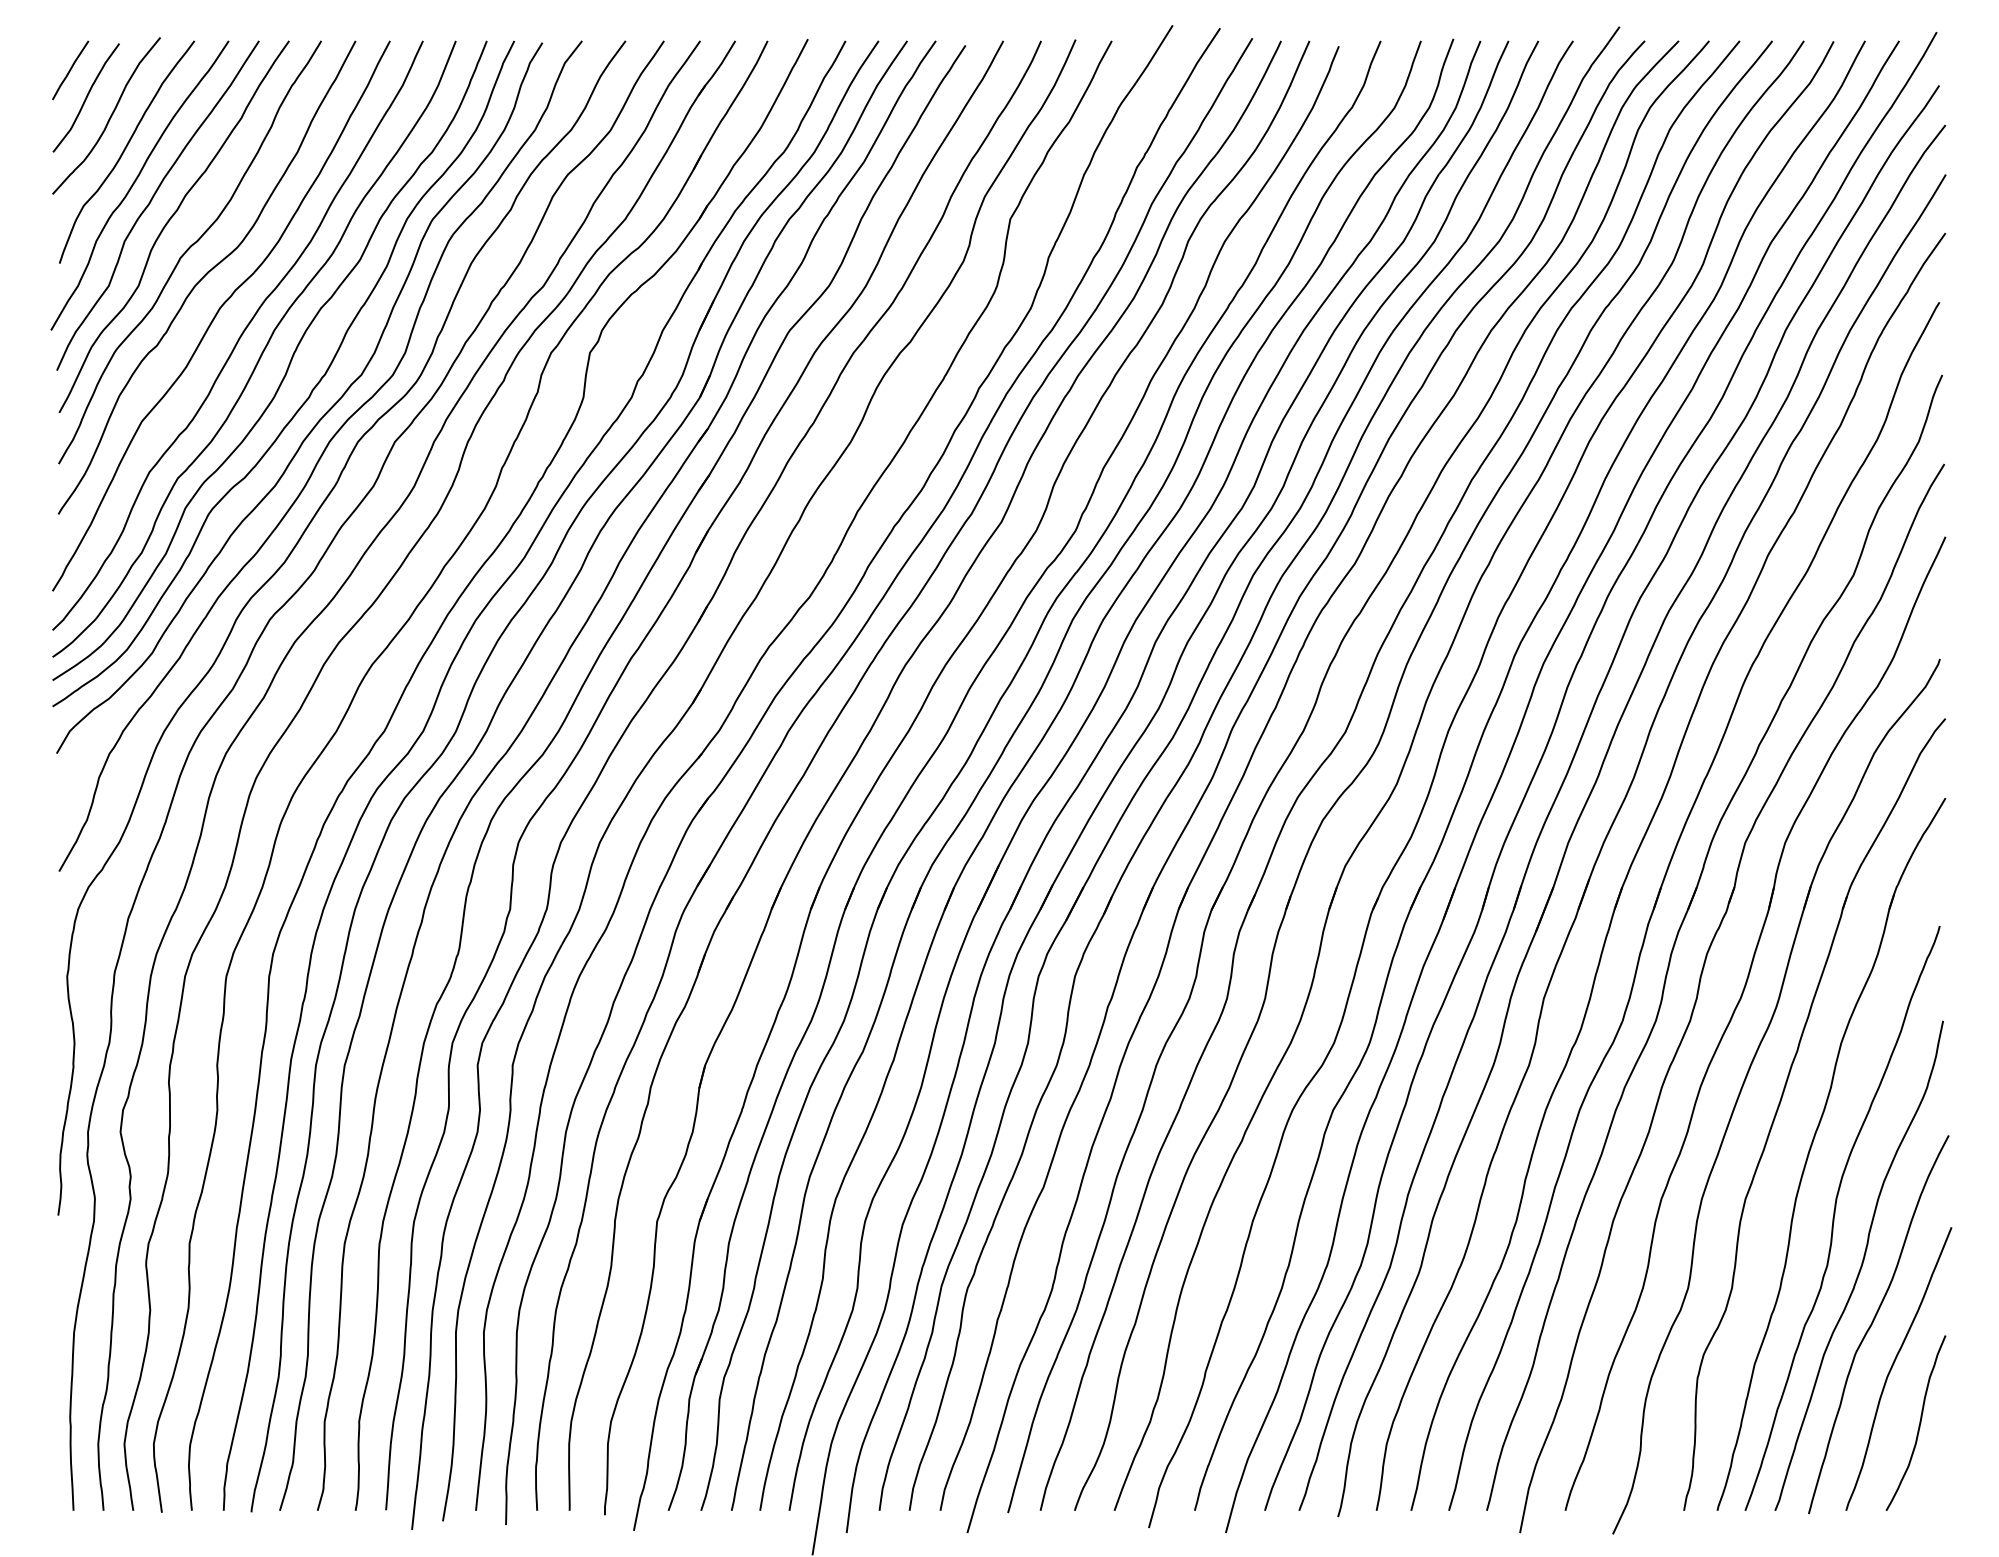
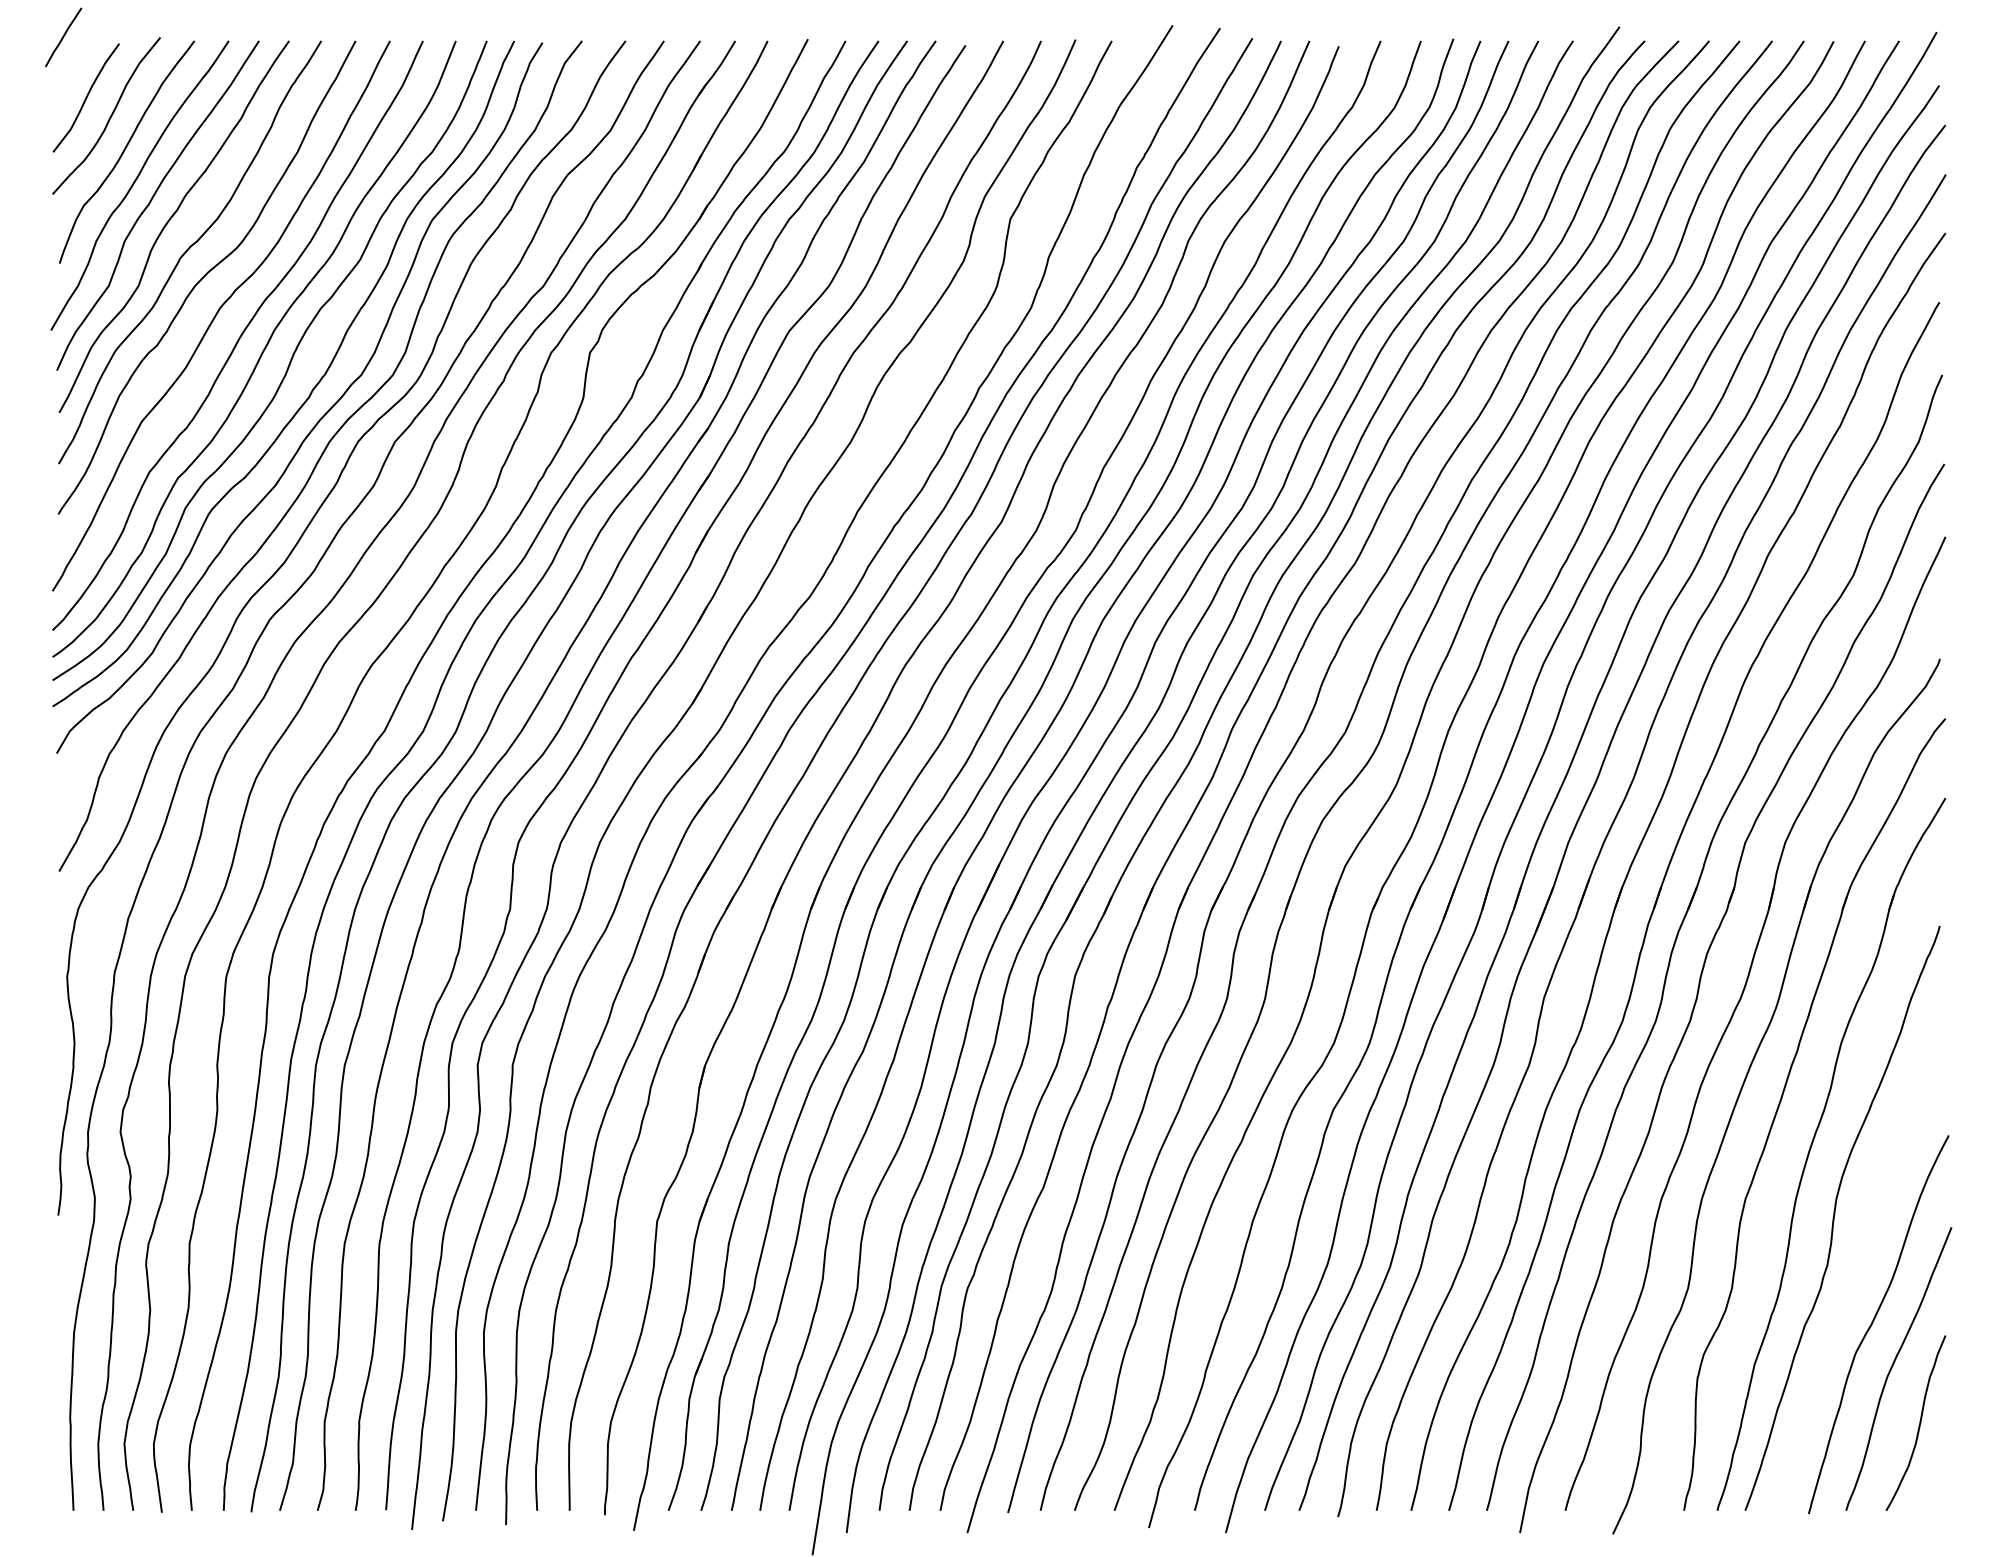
line at (70, 70) position: (70, 70) -> (63, 37)
curve at (1860, 1265): present -> none
